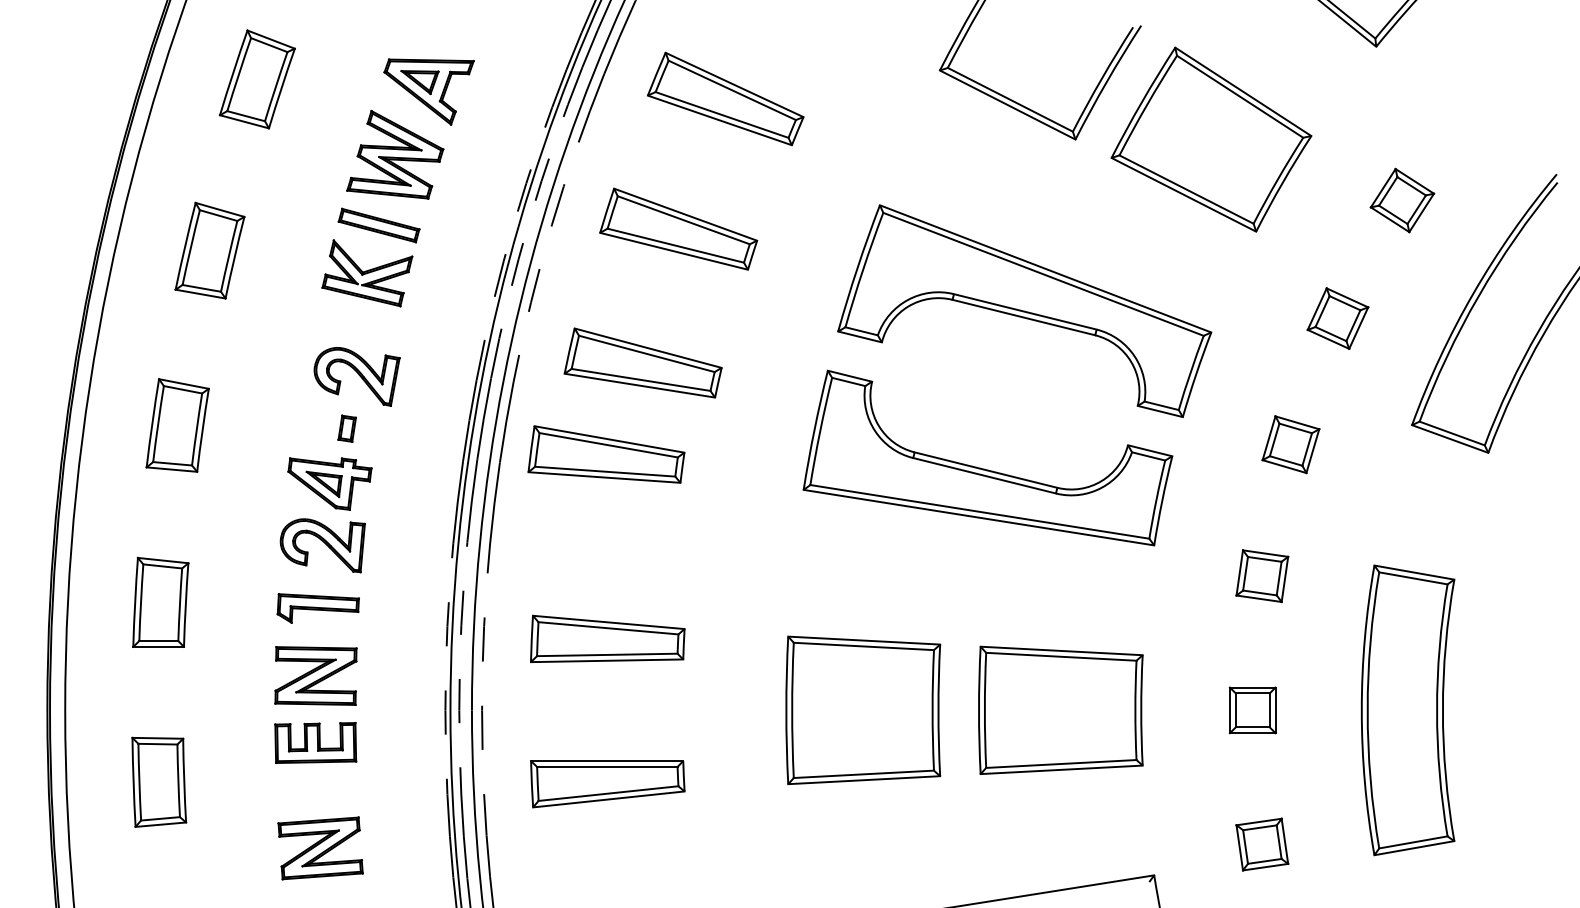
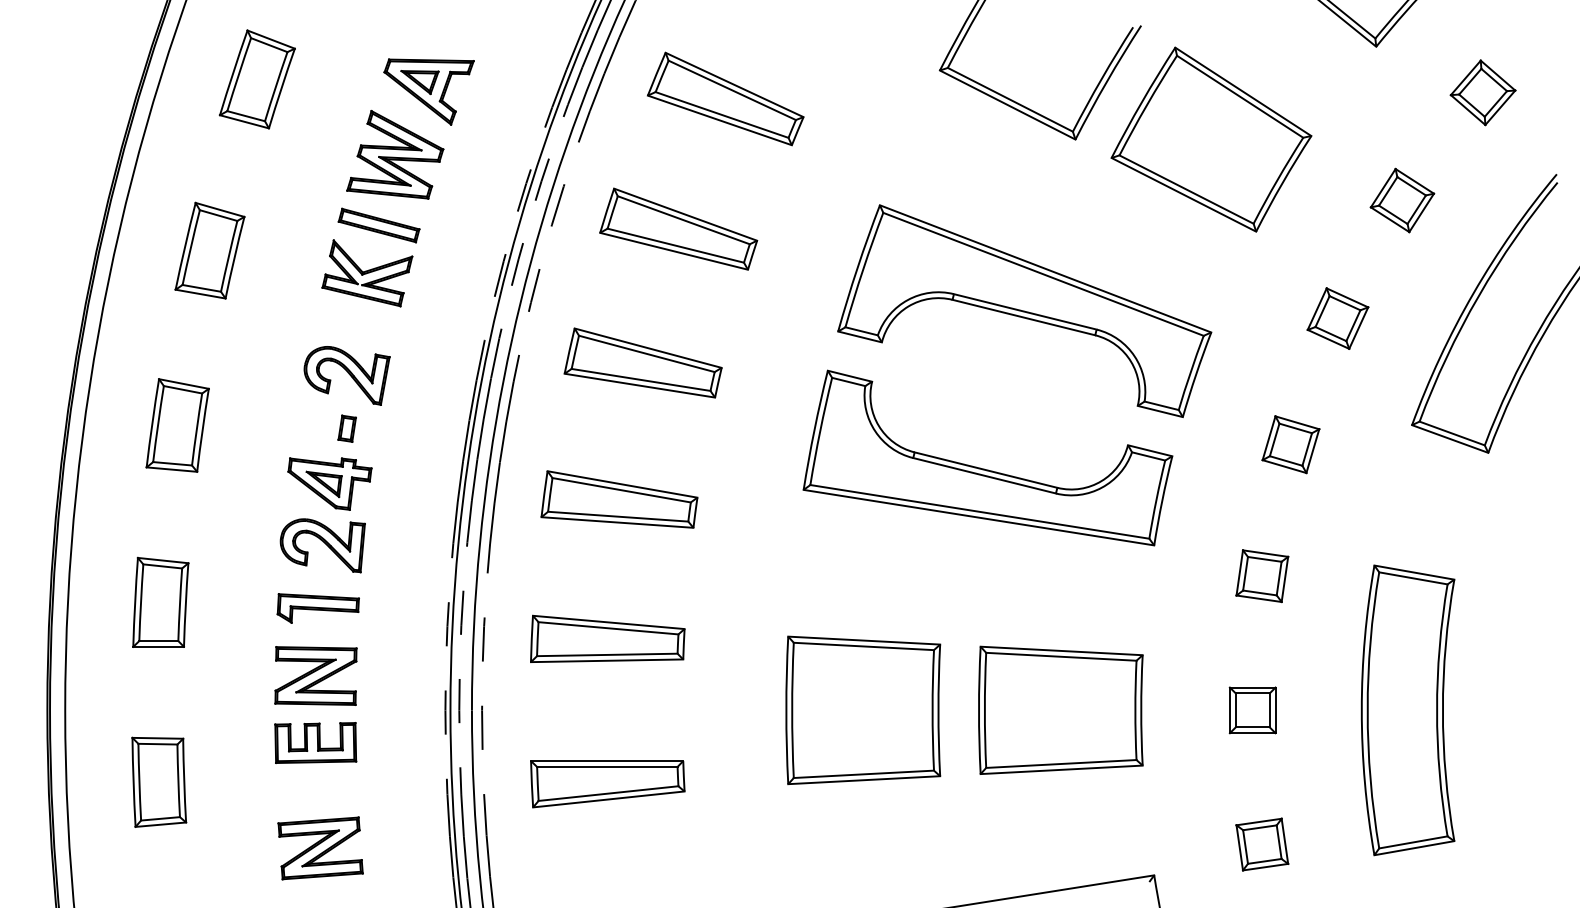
part at (1482, 92): none -> present
part at (356, 376) position: (356, 376) -> (346, 375)
part at (606, 454) position: (606, 454) -> (619, 499)
